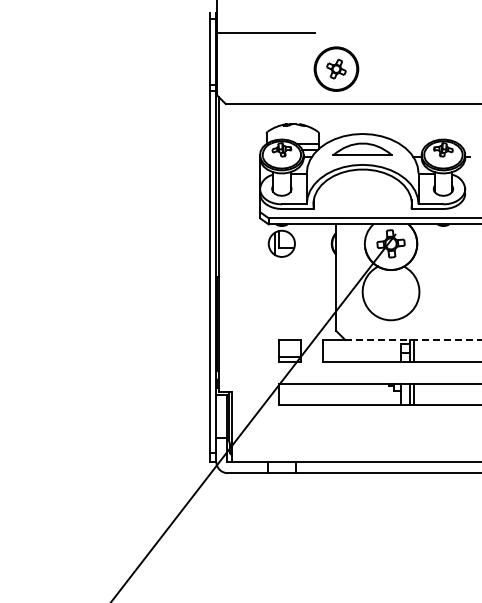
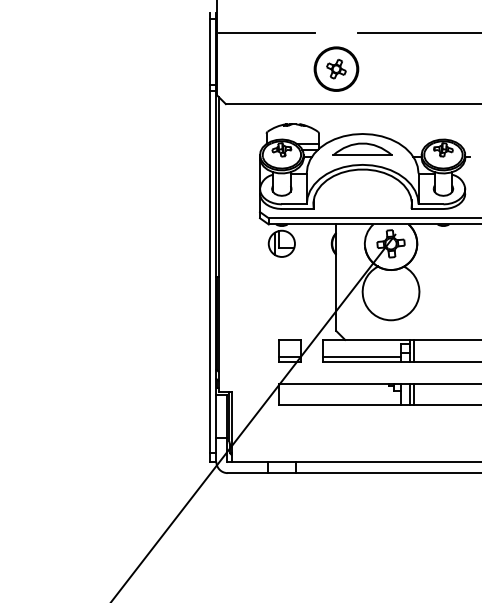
line at (418, 32): none -> present
line at (414, 339): dashed -> solid
line at (361, 357): none -> present
